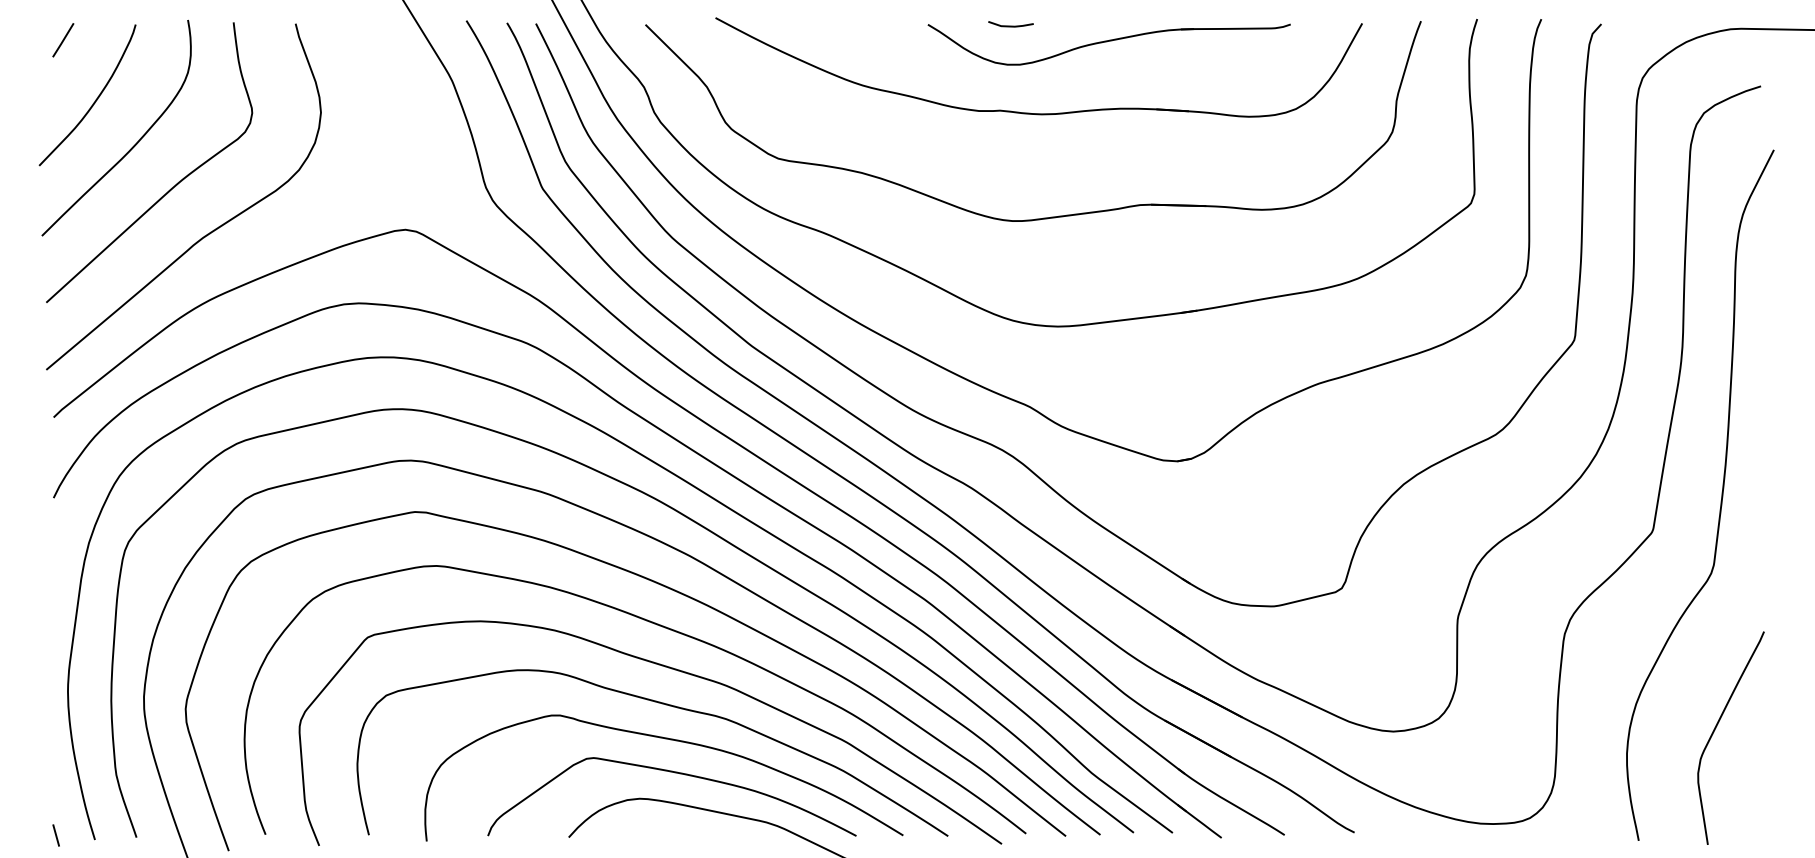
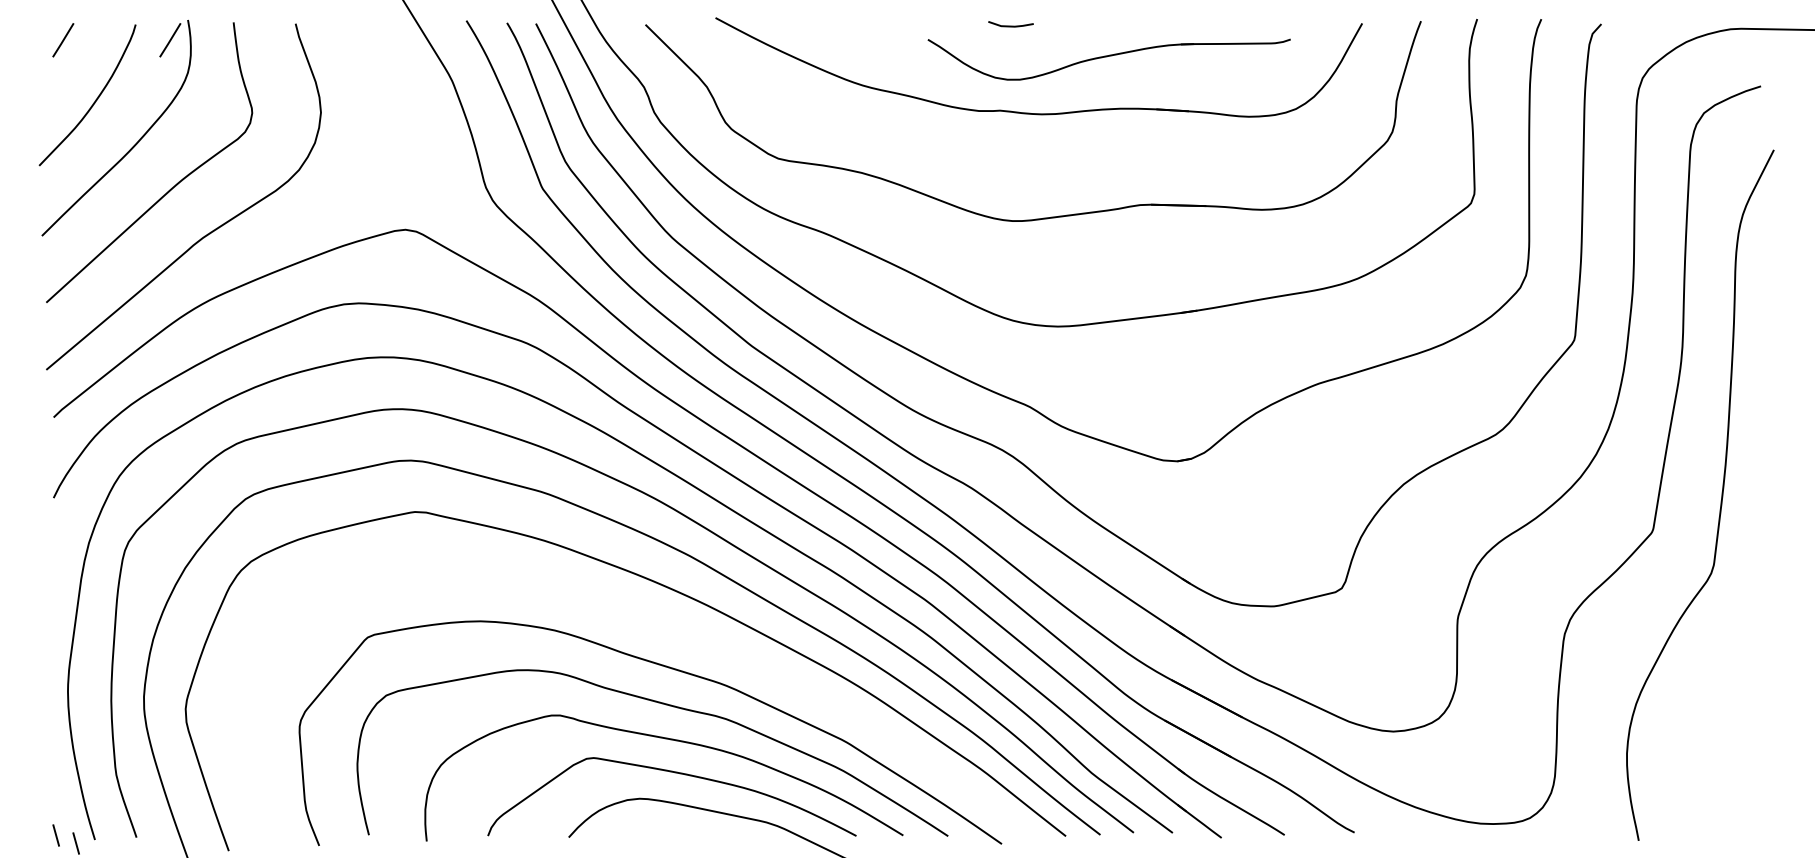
line at (170, 40): none -> present
part at (1108, 44) position: (1108, 44) -> (1108, 59)
curve at (659, 626): present -> none
curve at (1715, 730): present -> none
line at (75, 843): none -> present
